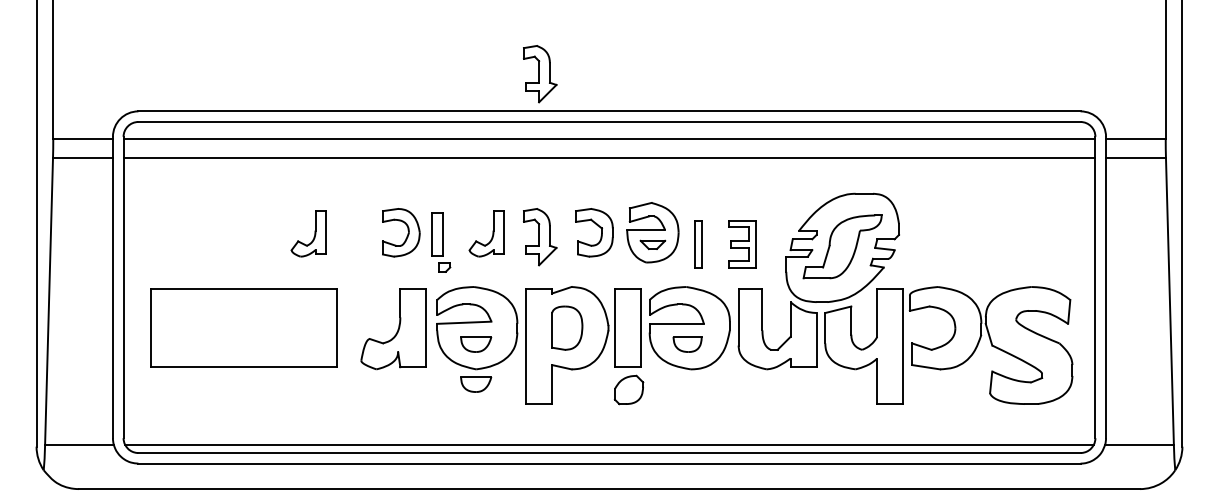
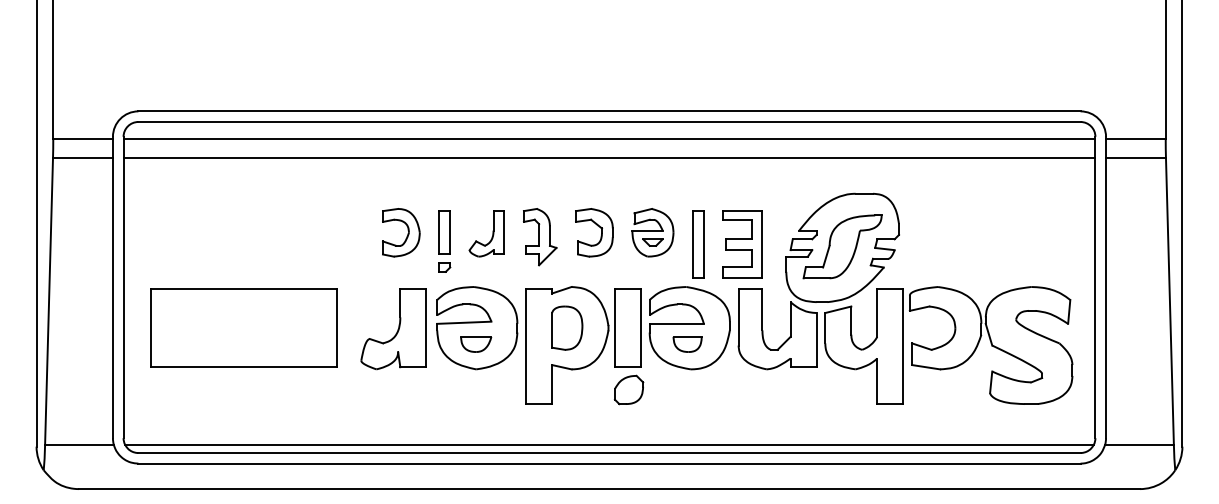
part at (540, 74): present -> none
part at (652, 232) size: 54x62 px -> 44x50 px
part at (308, 233): present -> none
part at (437, 234) position: (437, 234) -> (444, 232)
part at (698, 244) size: 9x49 px -> 13x69 px
part at (742, 244) size: 29x49 px -> 41x69 px
part at (476, 384): present -> none
